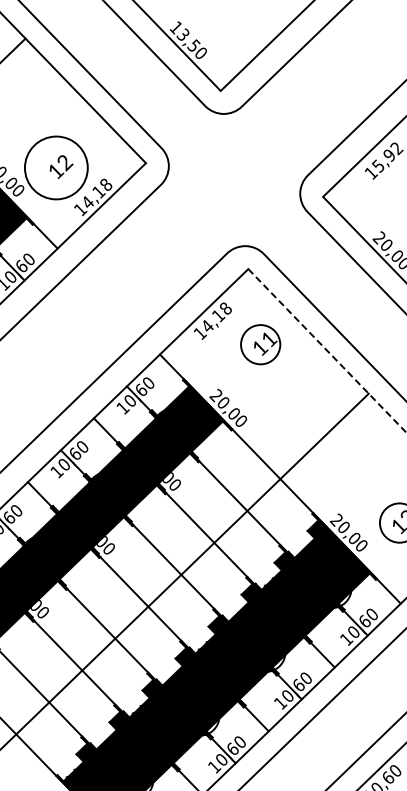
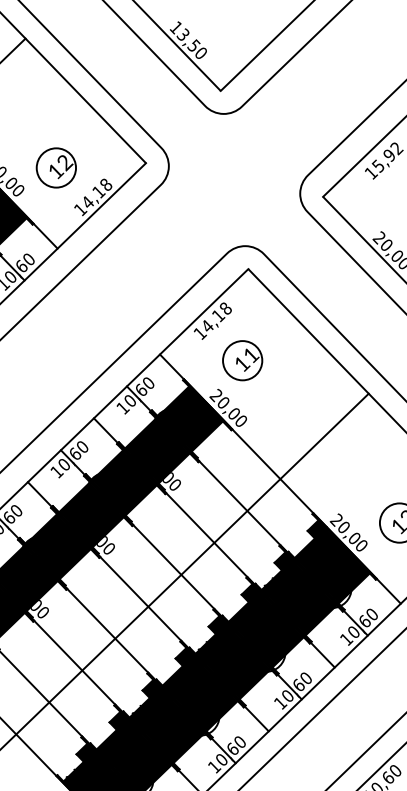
circle at (55, 167) diameter: 63 px -> 39 px
part at (260, 344) position: (260, 344) -> (242, 360)
line at (327, 350): dashed -> solid
